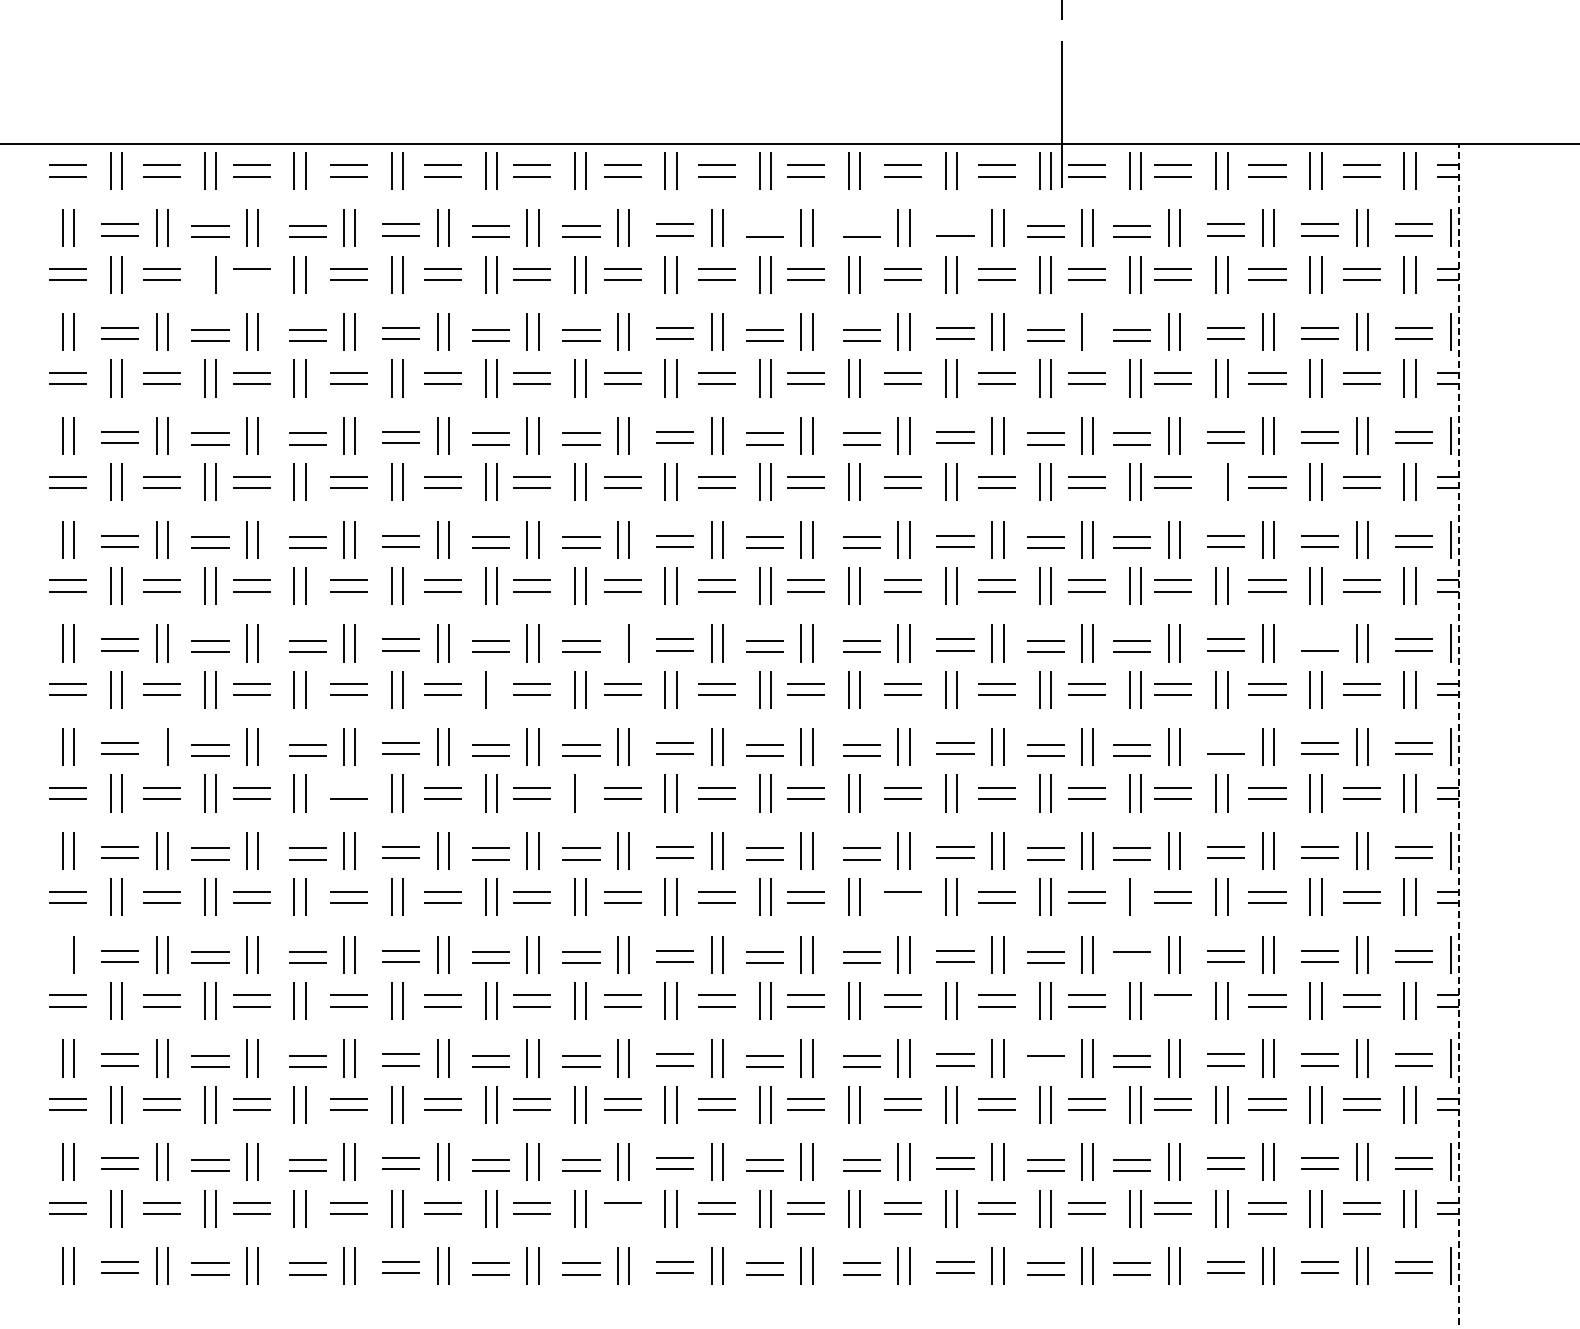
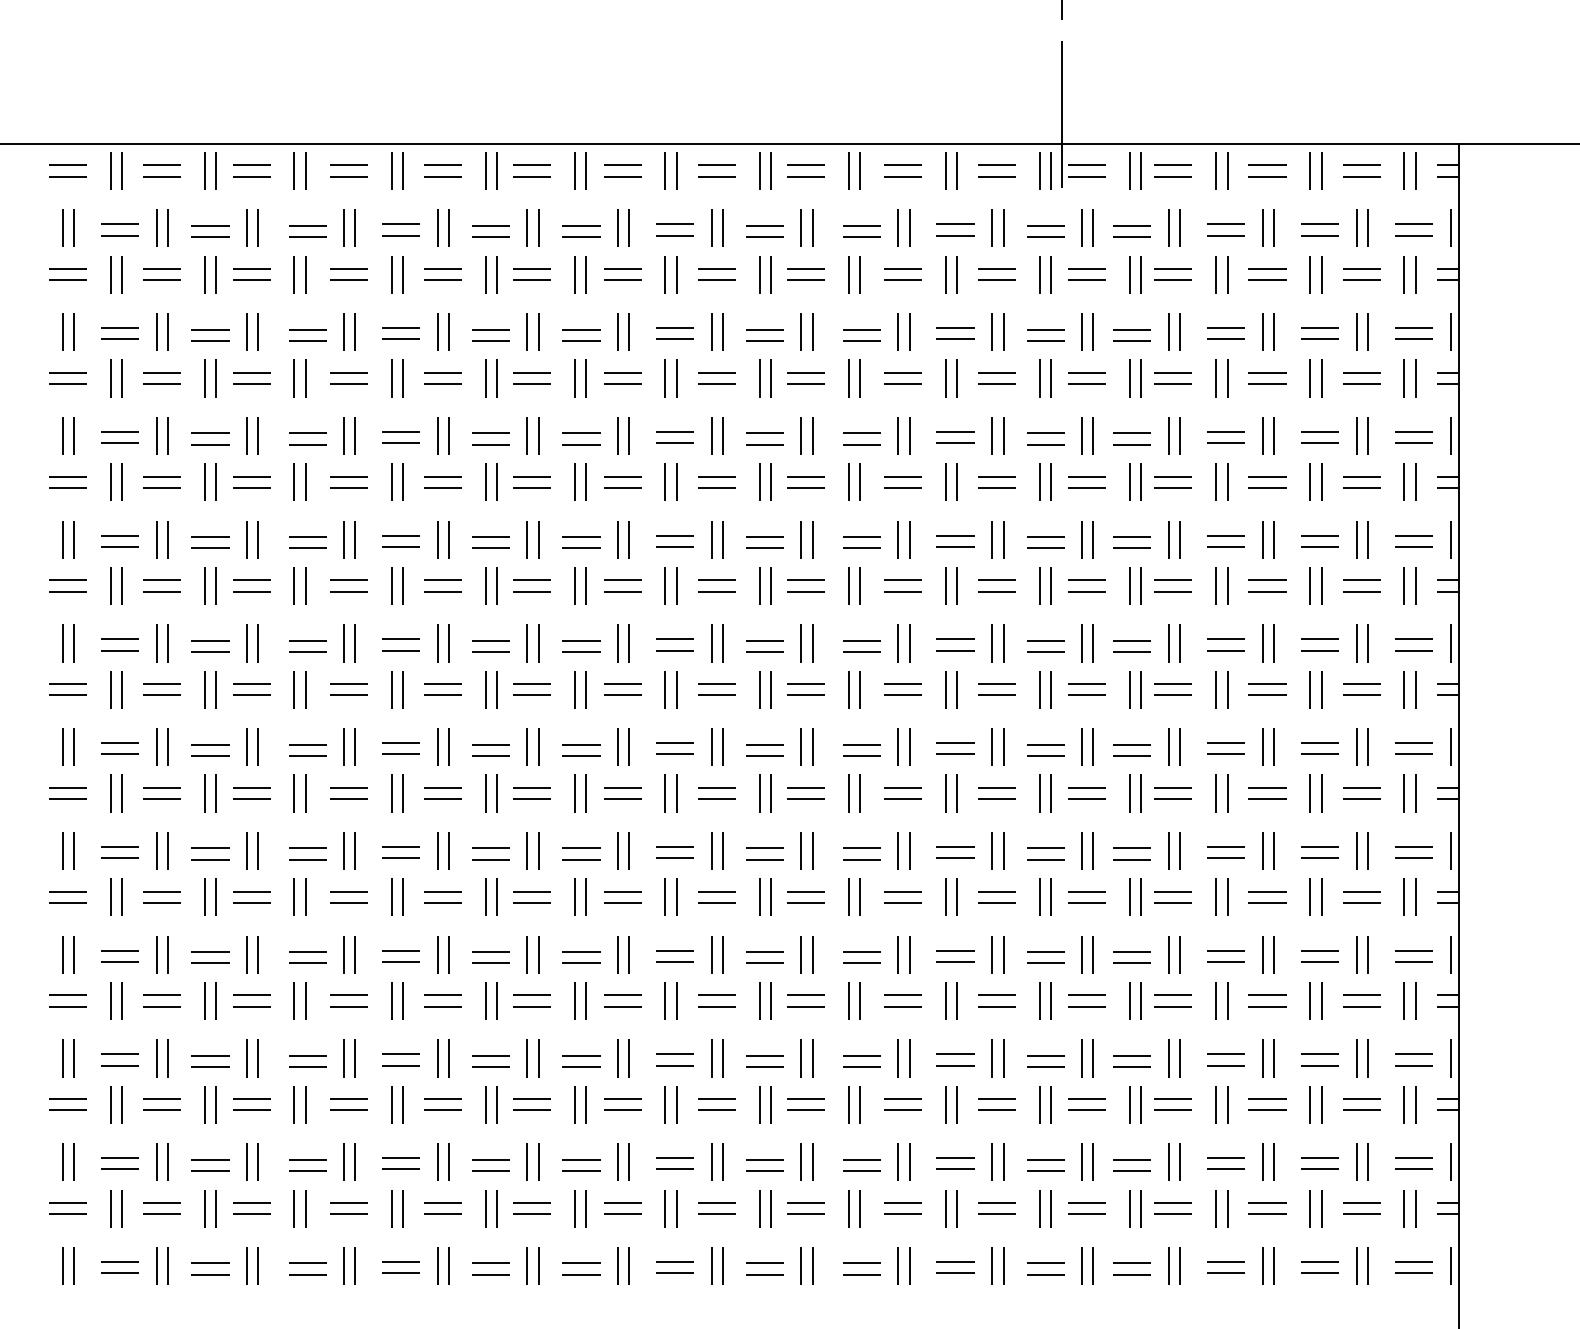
line at (955, 223): none -> present
line at (764, 225): none -> present
line at (861, 225): none -> present
line at (204, 274): none -> present
line at (251, 279): none -> present
line at (1092, 331): none -> present
line at (1215, 481): none -> present
line at (1319, 638): none -> present
line at (617, 643): none -> present
line at (496, 689): none -> present
line at (1459, 735): dashed -> solid
line at (1225, 742): none -> present
line at (156, 746): none -> present
line at (348, 787): none -> present
line at (585, 793): none -> present
line at (1140, 896): none -> present
line at (902, 902): none -> present
line at (62, 954): none -> present
line at (1131, 962): none -> present
line at (1172, 1006): none -> present
line at (1045, 1066): none -> present
line at (622, 1213): none -> present
